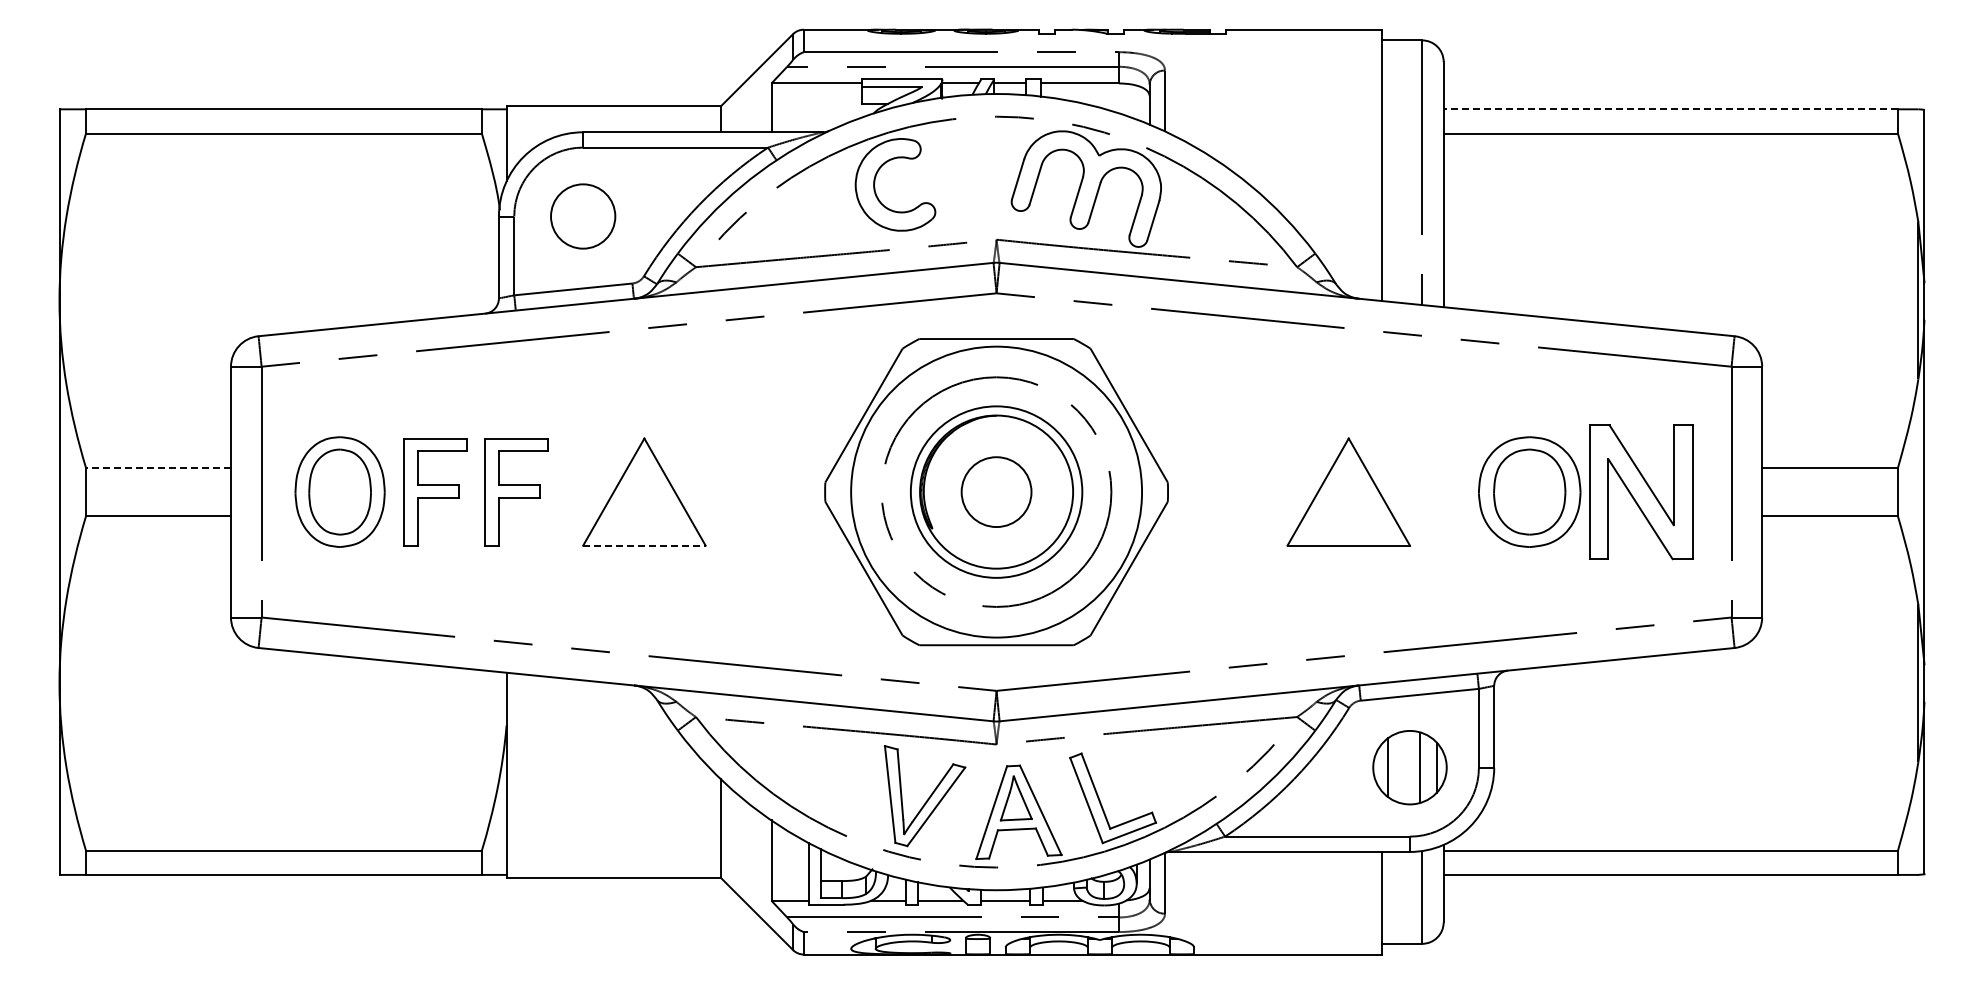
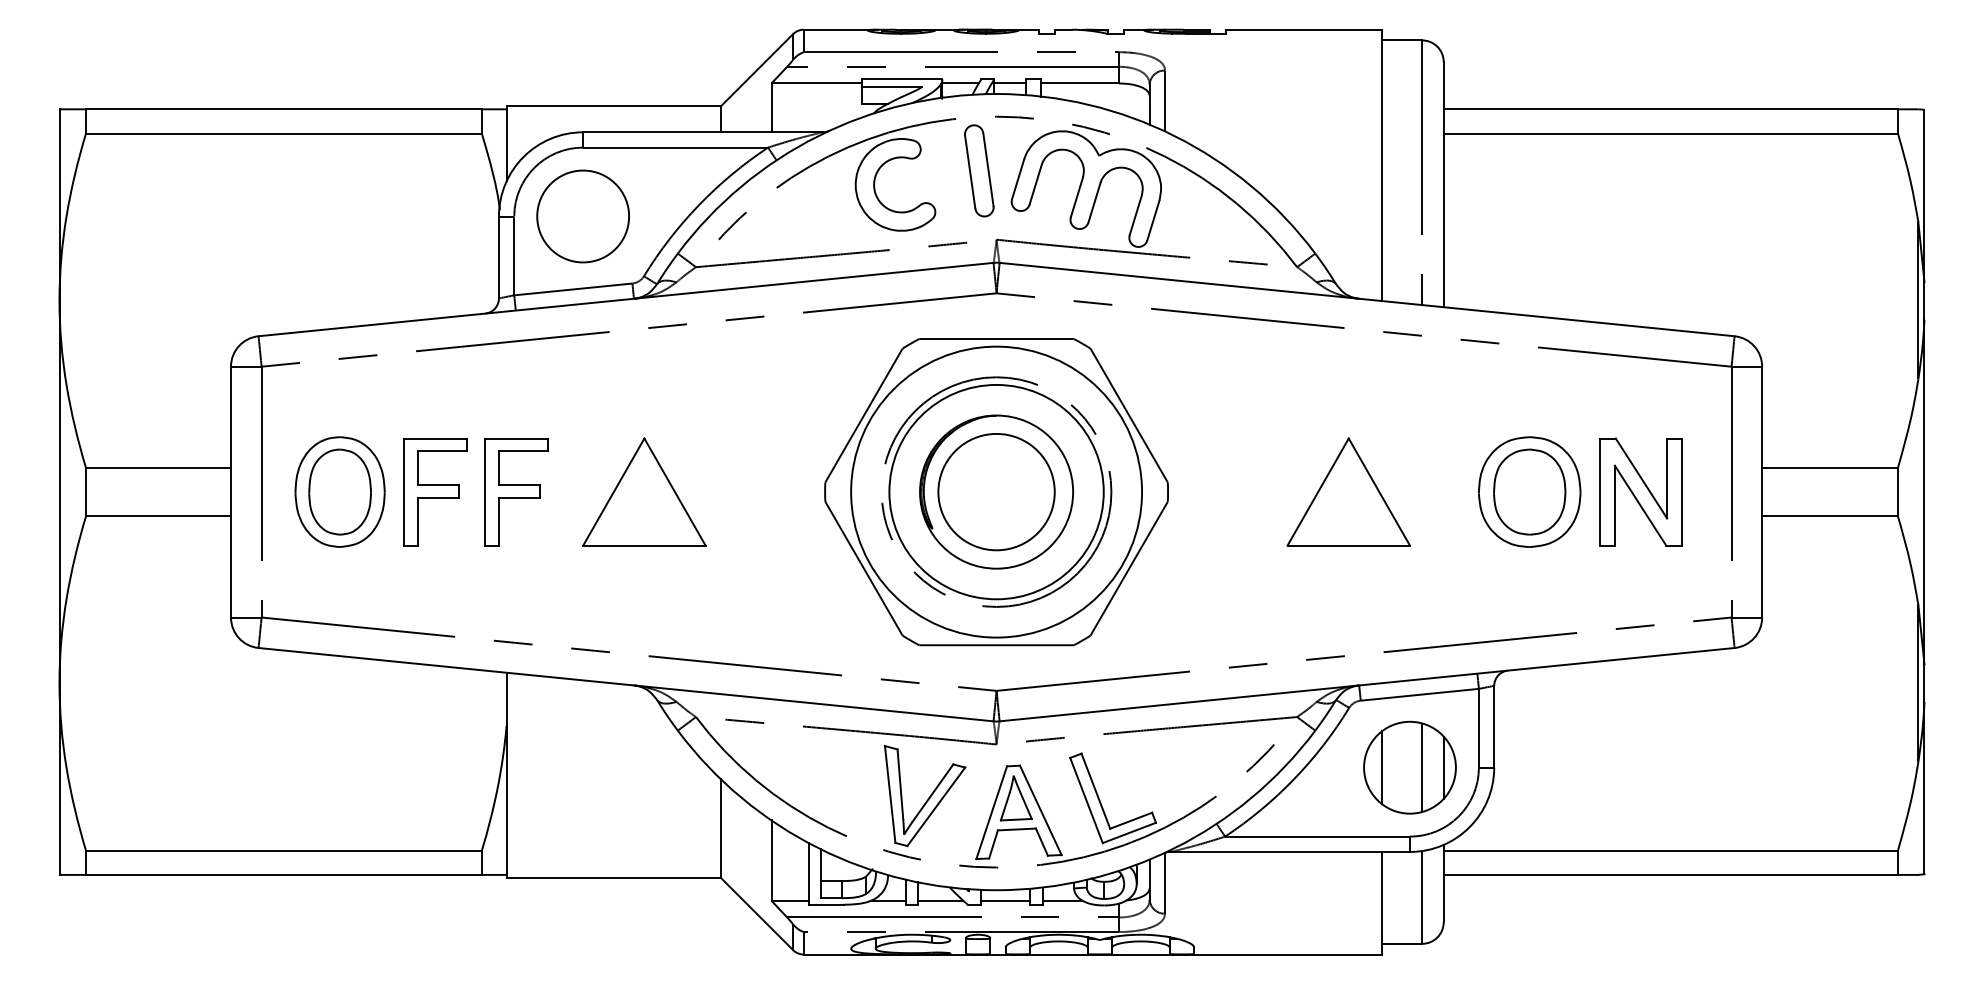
line at (1670, 109): dashed -> solid
part at (979, 170): none -> present
circle at (583, 216) diameter: 64 px -> 92 px
line at (158, 467): dashed -> solid
circle at (996, 491) diameter: 171 px -> 214 px
circle at (996, 492) diameter: 70 px -> 116 px
part at (1641, 492) size: 105x137 px -> 84x110 px
line at (644, 545): dashed -> solid
part at (1409, 767) size: 76x76 px -> 94x95 px
